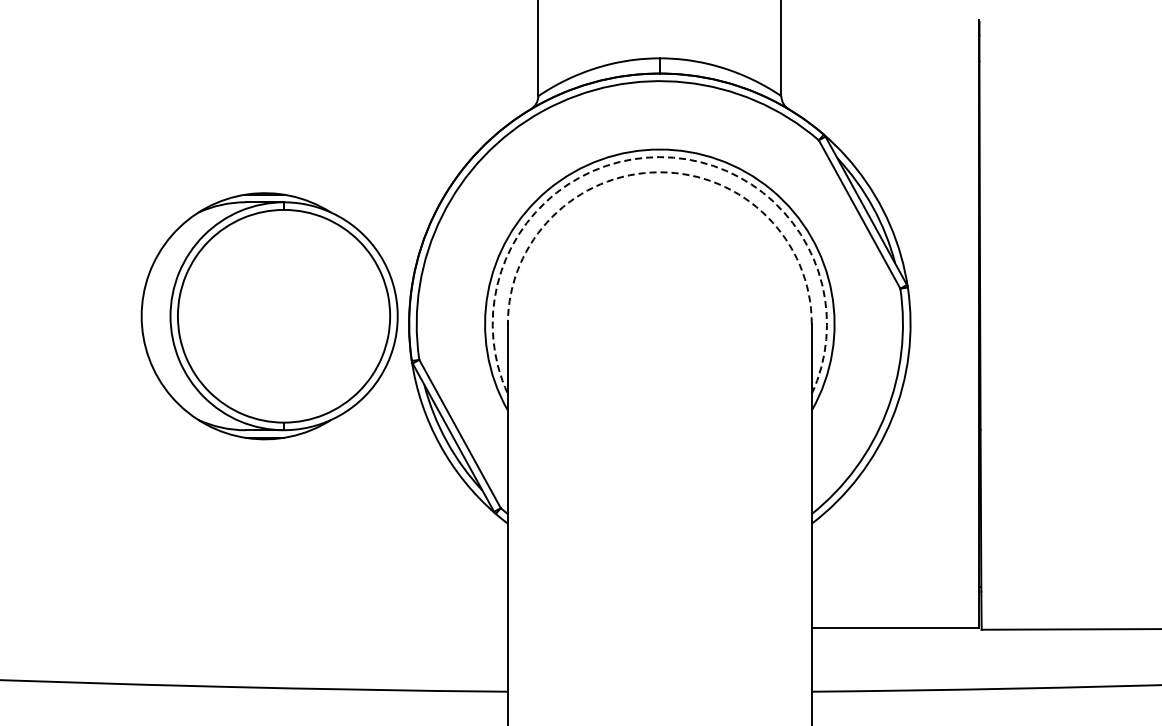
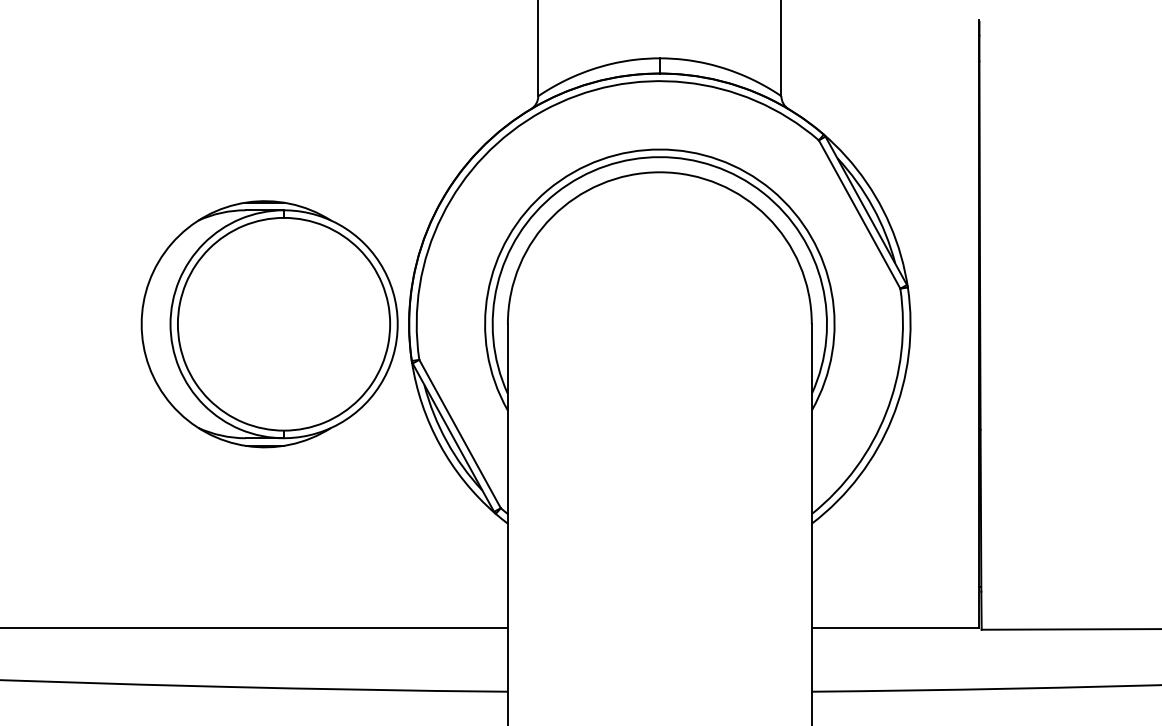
arc at (659, 157): dashed -> solid
arc at (659, 172): dashed -> solid
part at (269, 316) position: (269, 316) -> (269, 324)
line at (254, 628): none -> present
